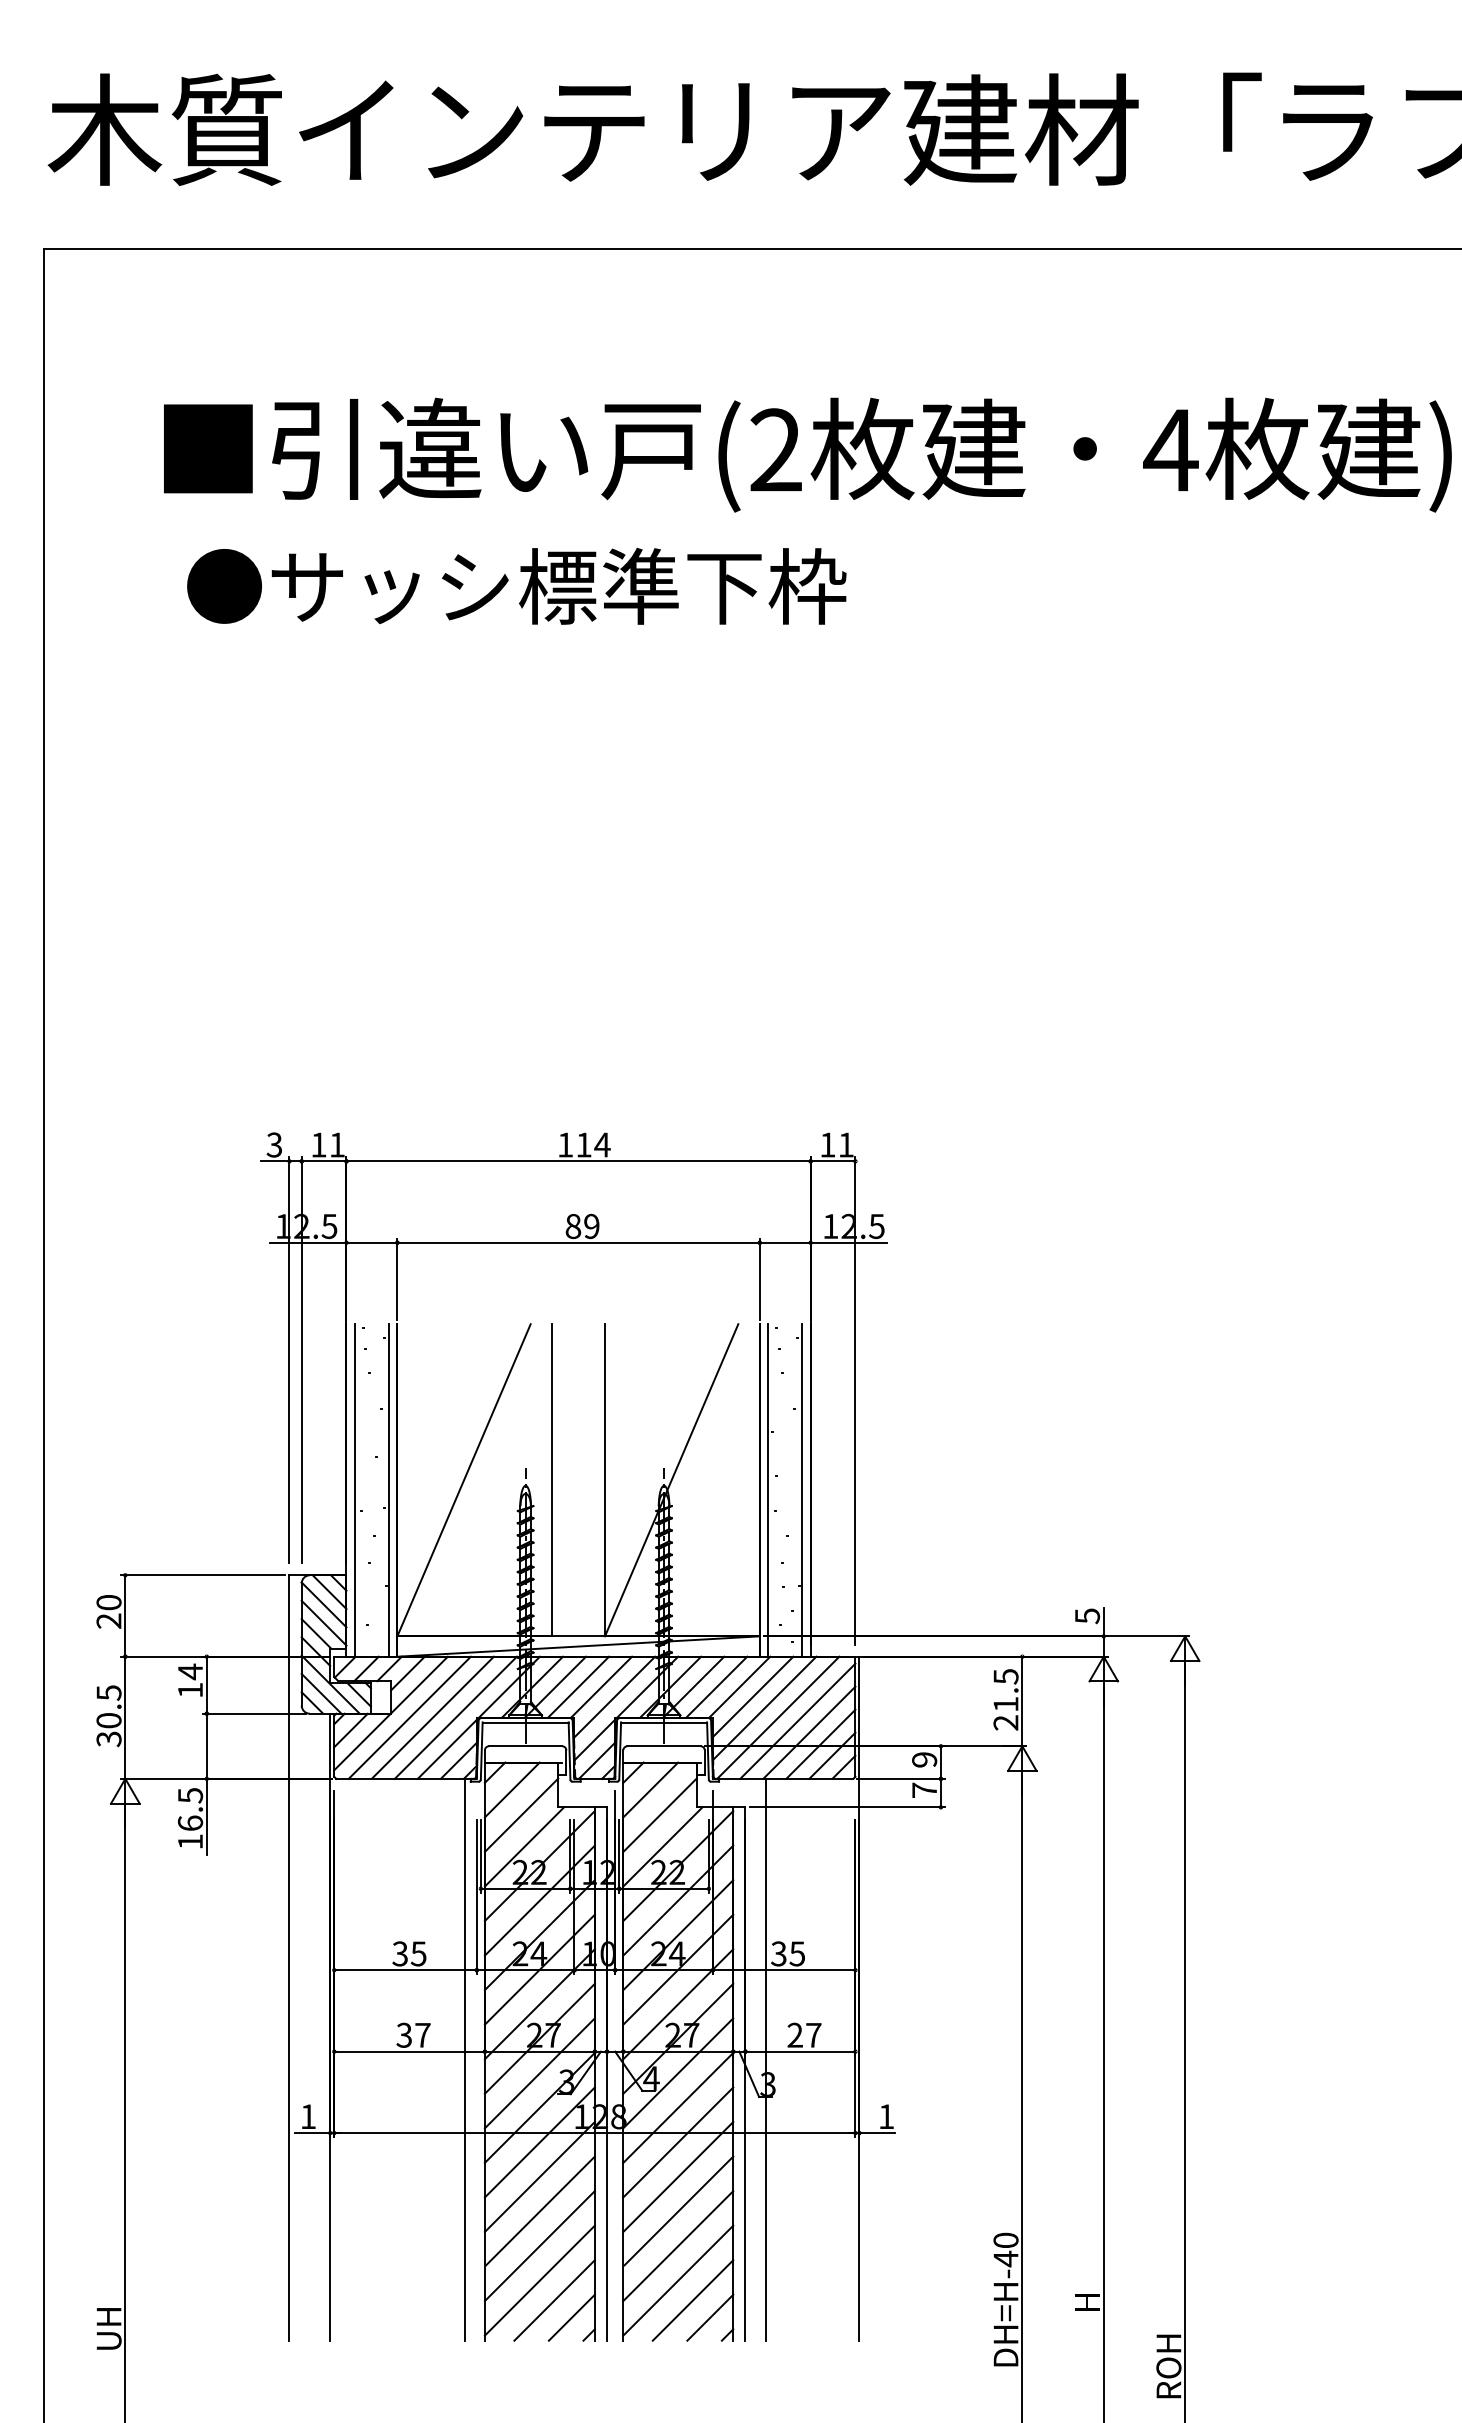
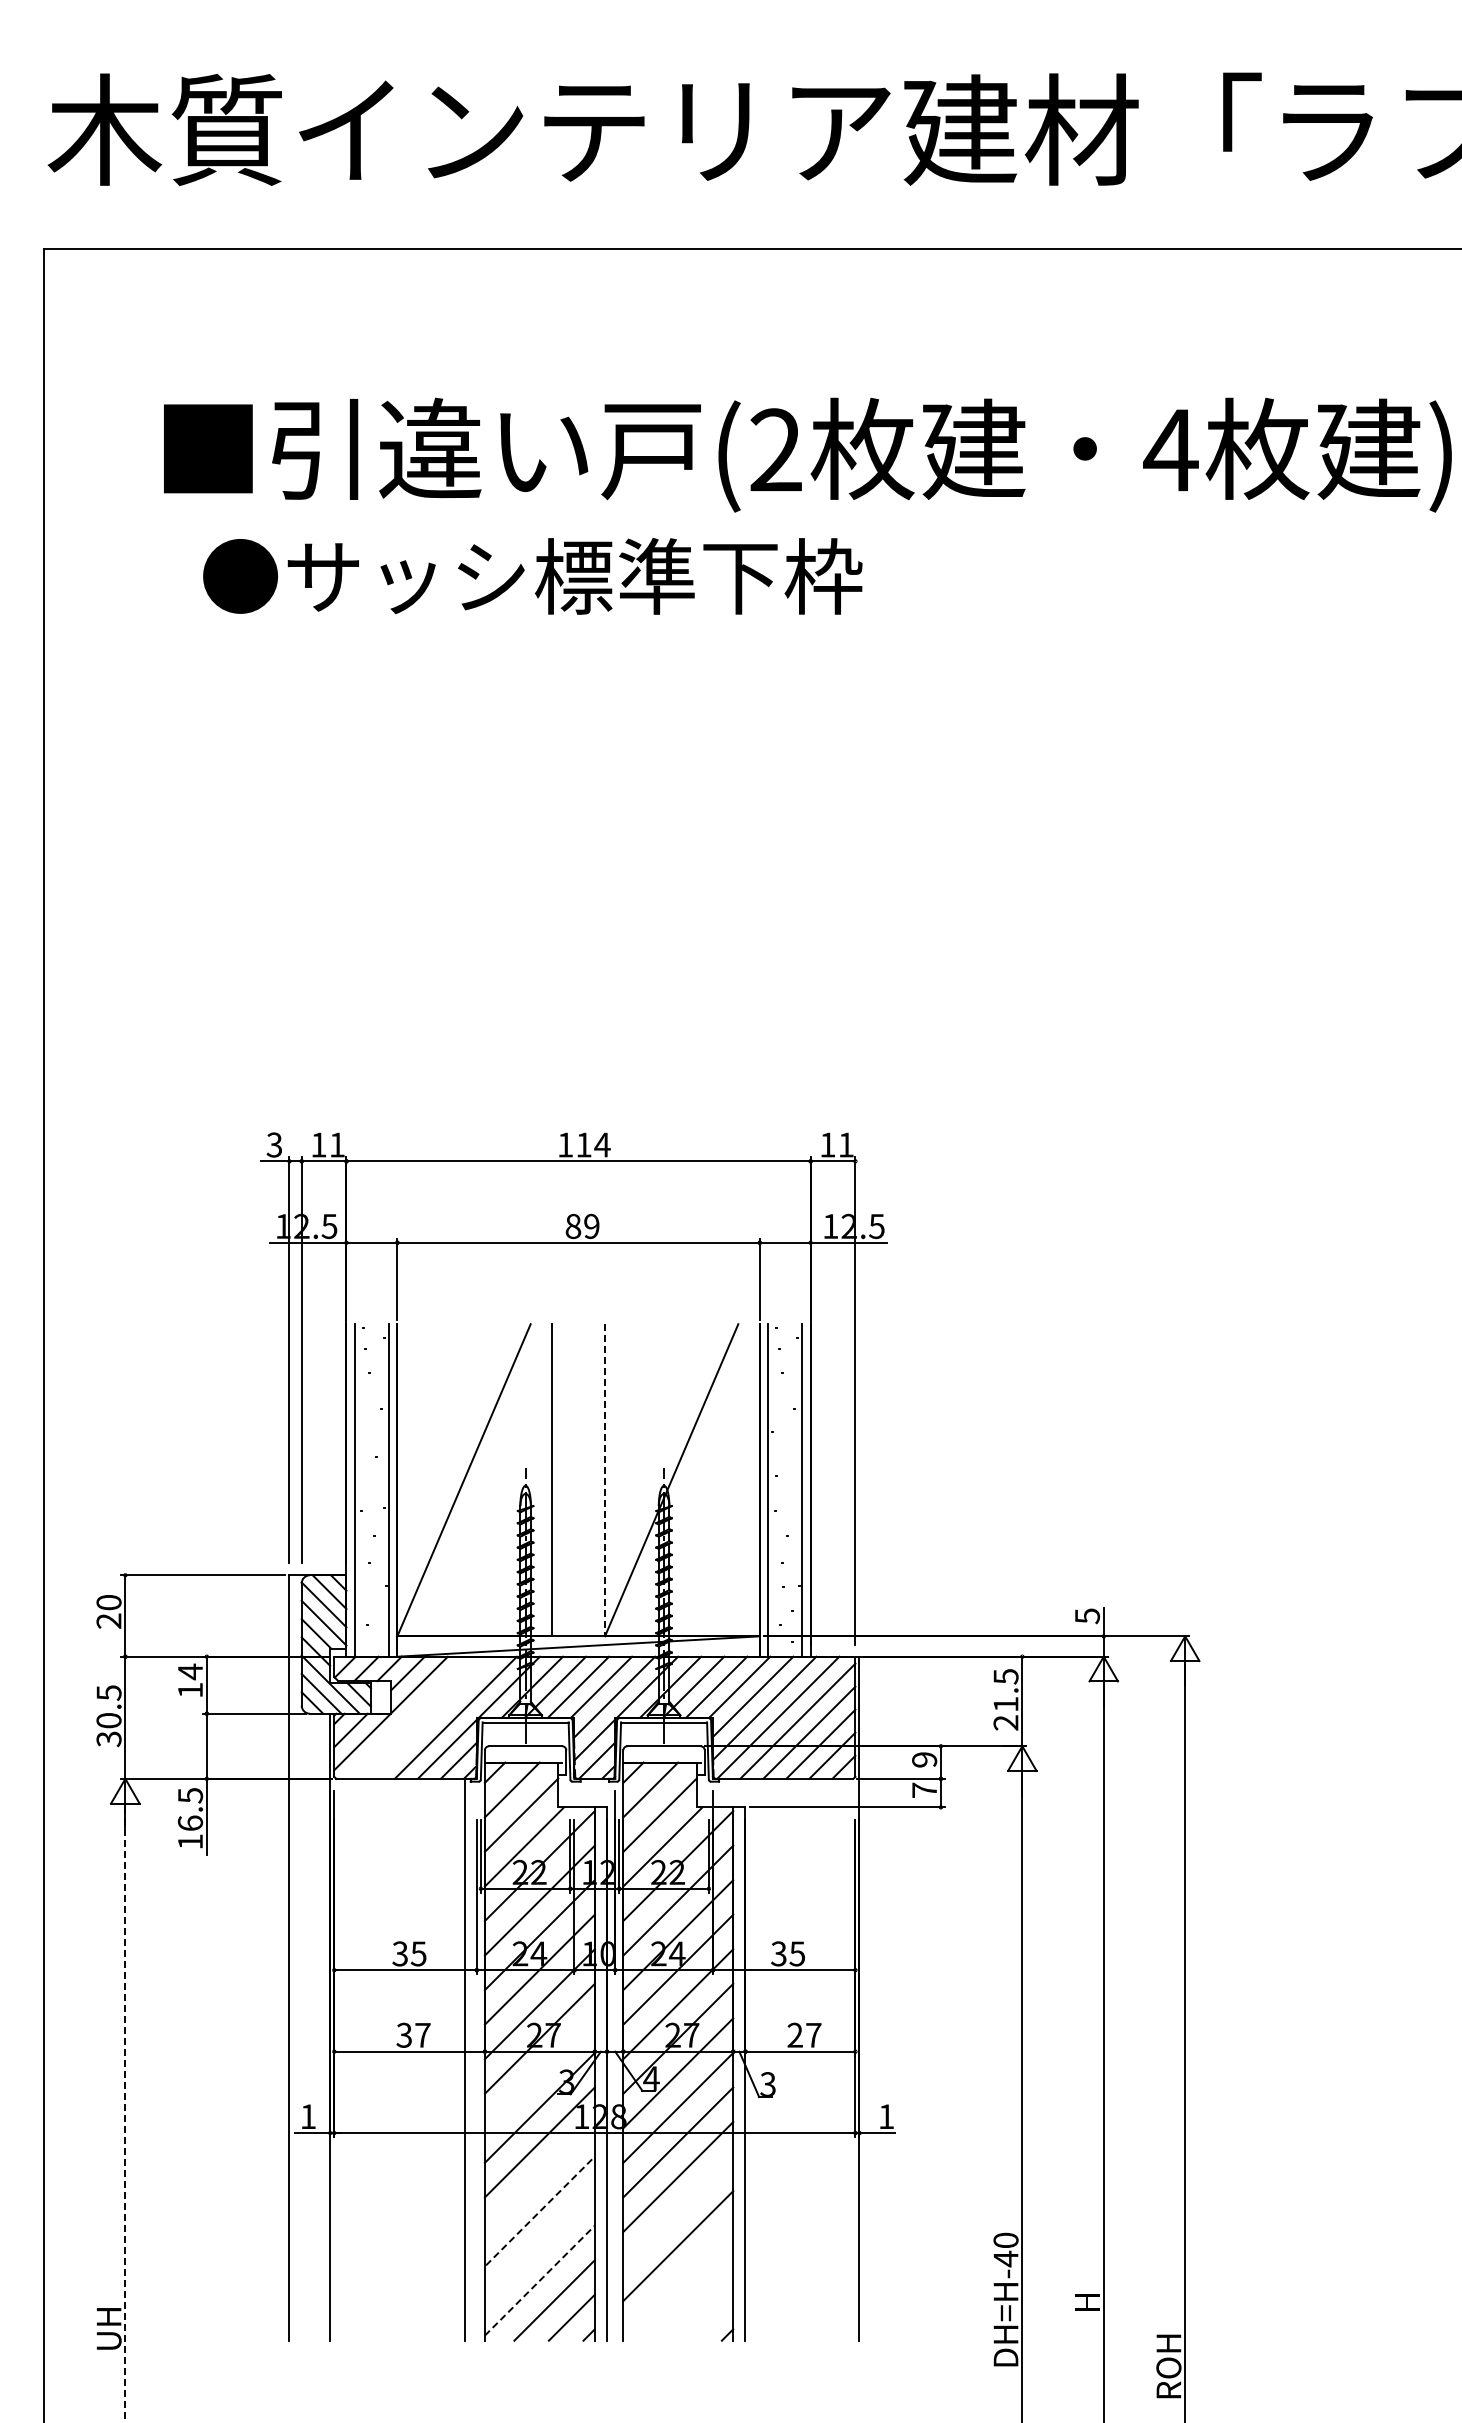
text at (516, 586) position: (516, 586) -> (532, 576)
line at (605, 1480): solid -> dashed
line at (409, 1717): present -> none
line at (432, 1717): present -> none
line at (765, 2059): present -> none
line at (539, 2073): present -> none
line at (125, 2114): solid -> dashed
line at (539, 2176): present -> none
line at (678, 2210): present -> none
line at (540, 2211): solid -> dashed
line at (539, 2246): present -> none
line at (539, 2280): solid -> dashed
line at (678, 2280): present -> none
line at (692, 2300): present -> none
line at (710, 2317): present -> none
